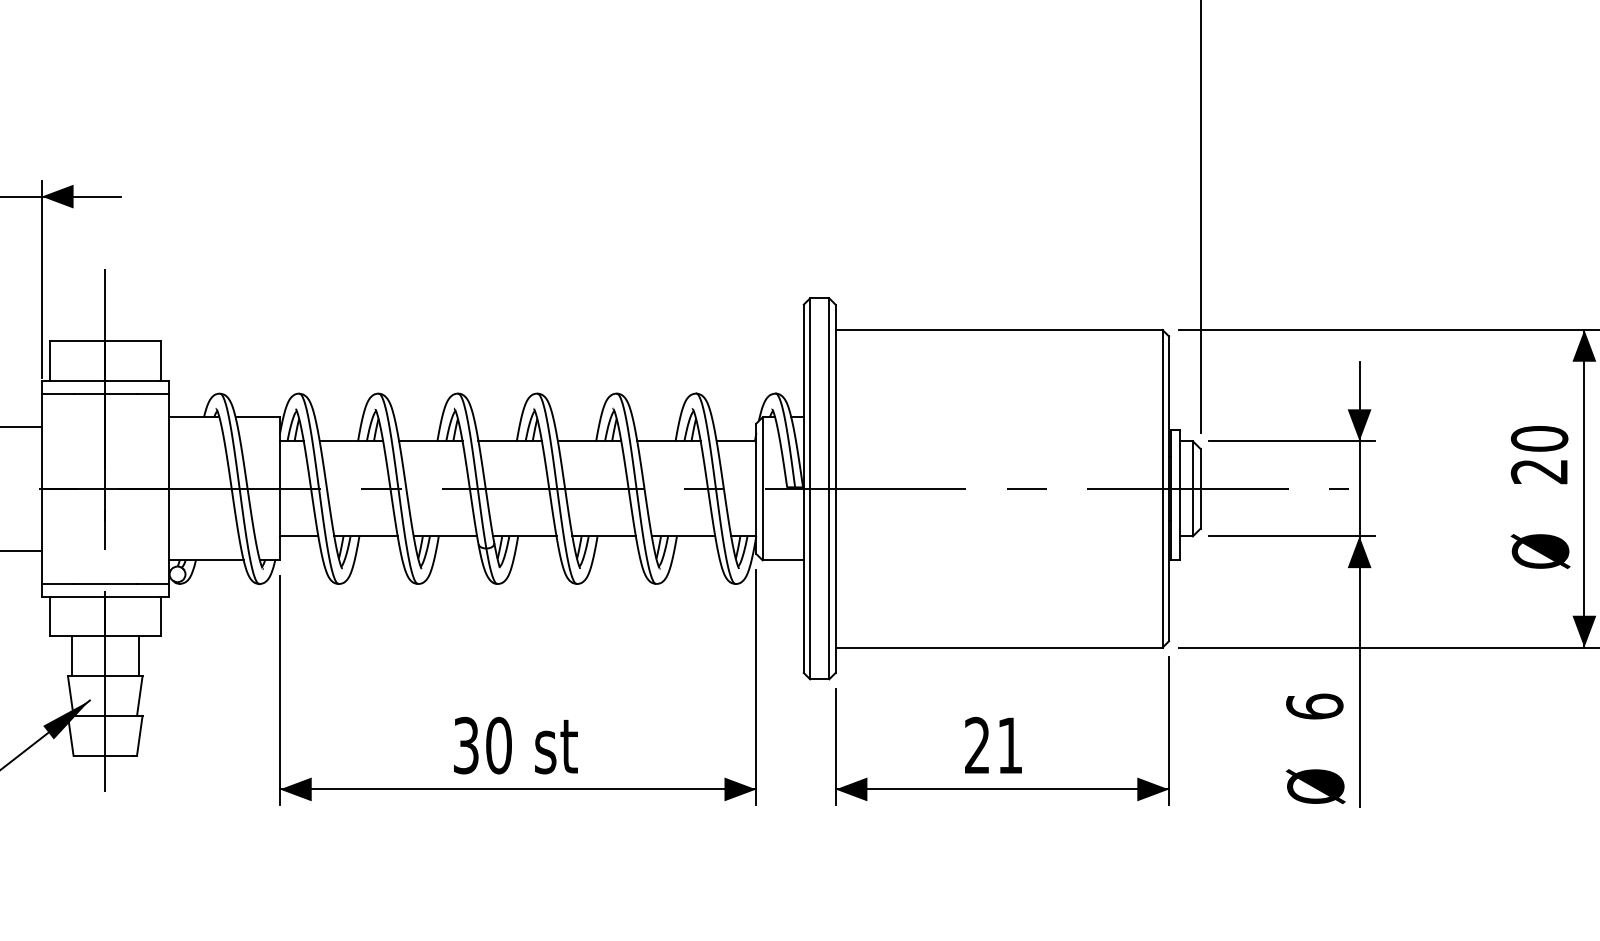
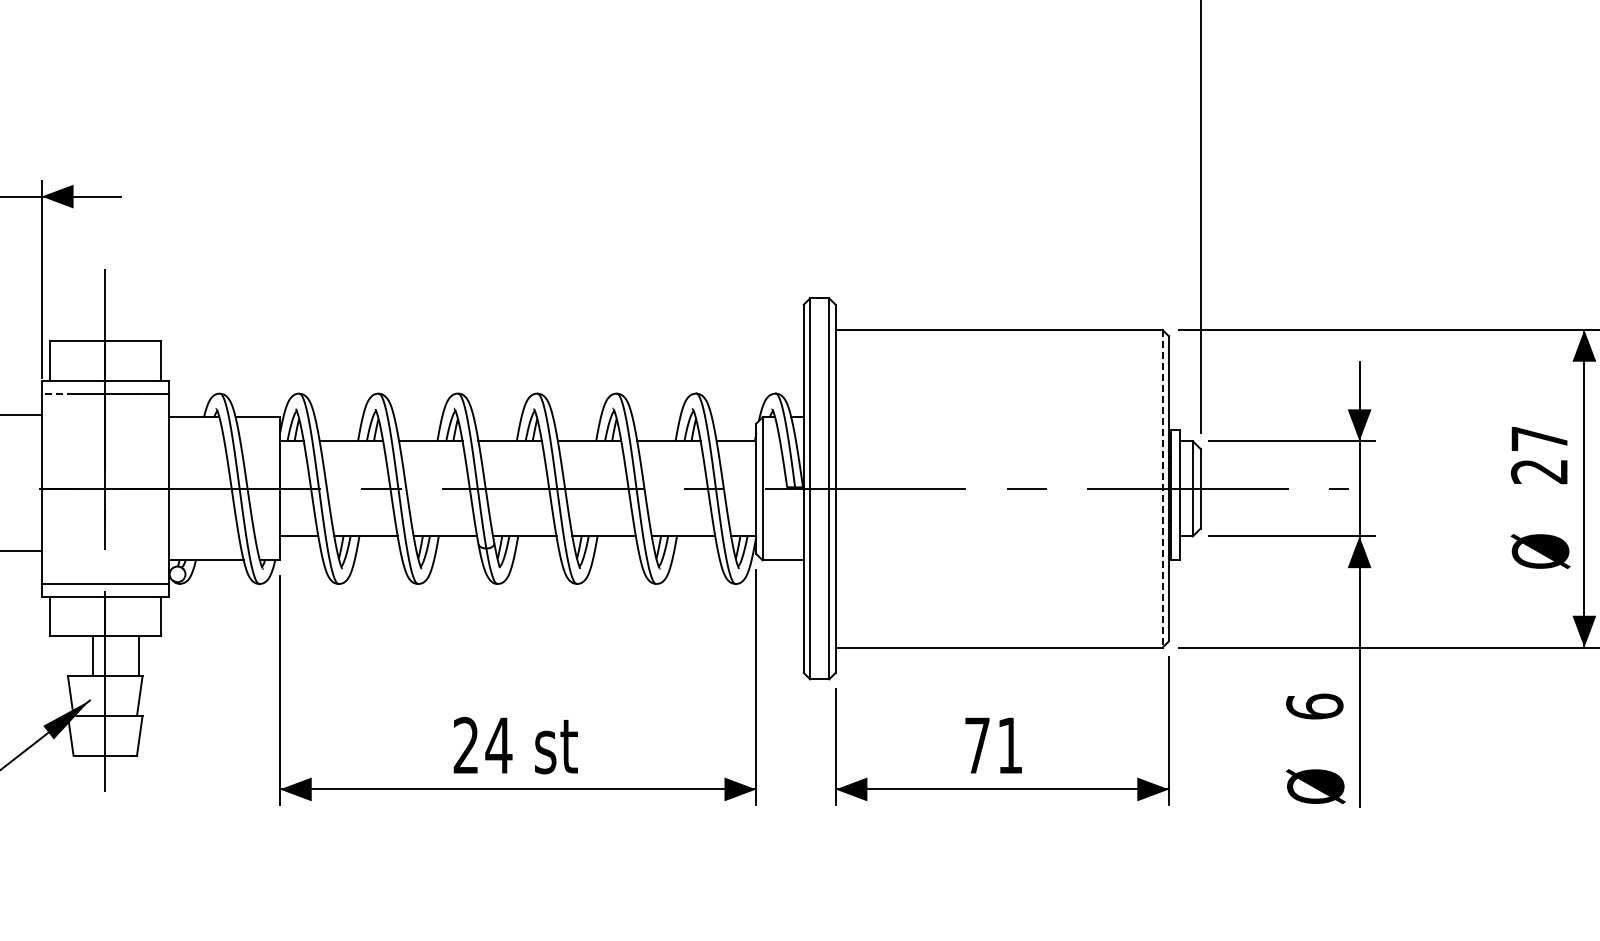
line at (57, 393): solid -> dashed
line at (21, 426) position: (21, 426) -> (21, 414)
text at (1539, 438): 20 -> 27
line at (1162, 488): solid -> dashed
line at (71, 656) position: (71, 656) -> (92, 656)
text at (977, 744): 21 -> 71
text at (482, 745): 30 -> 24
